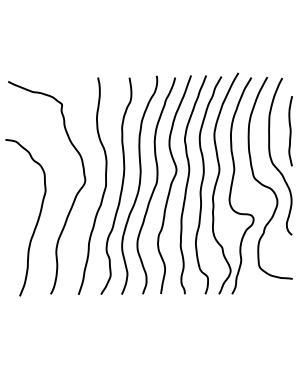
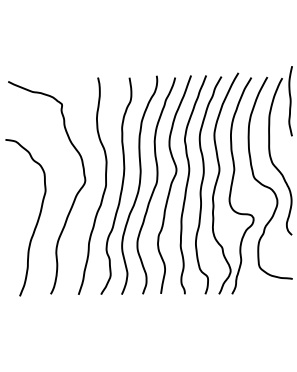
curve at (290, 131) position: (290, 131) -> (290, 101)
